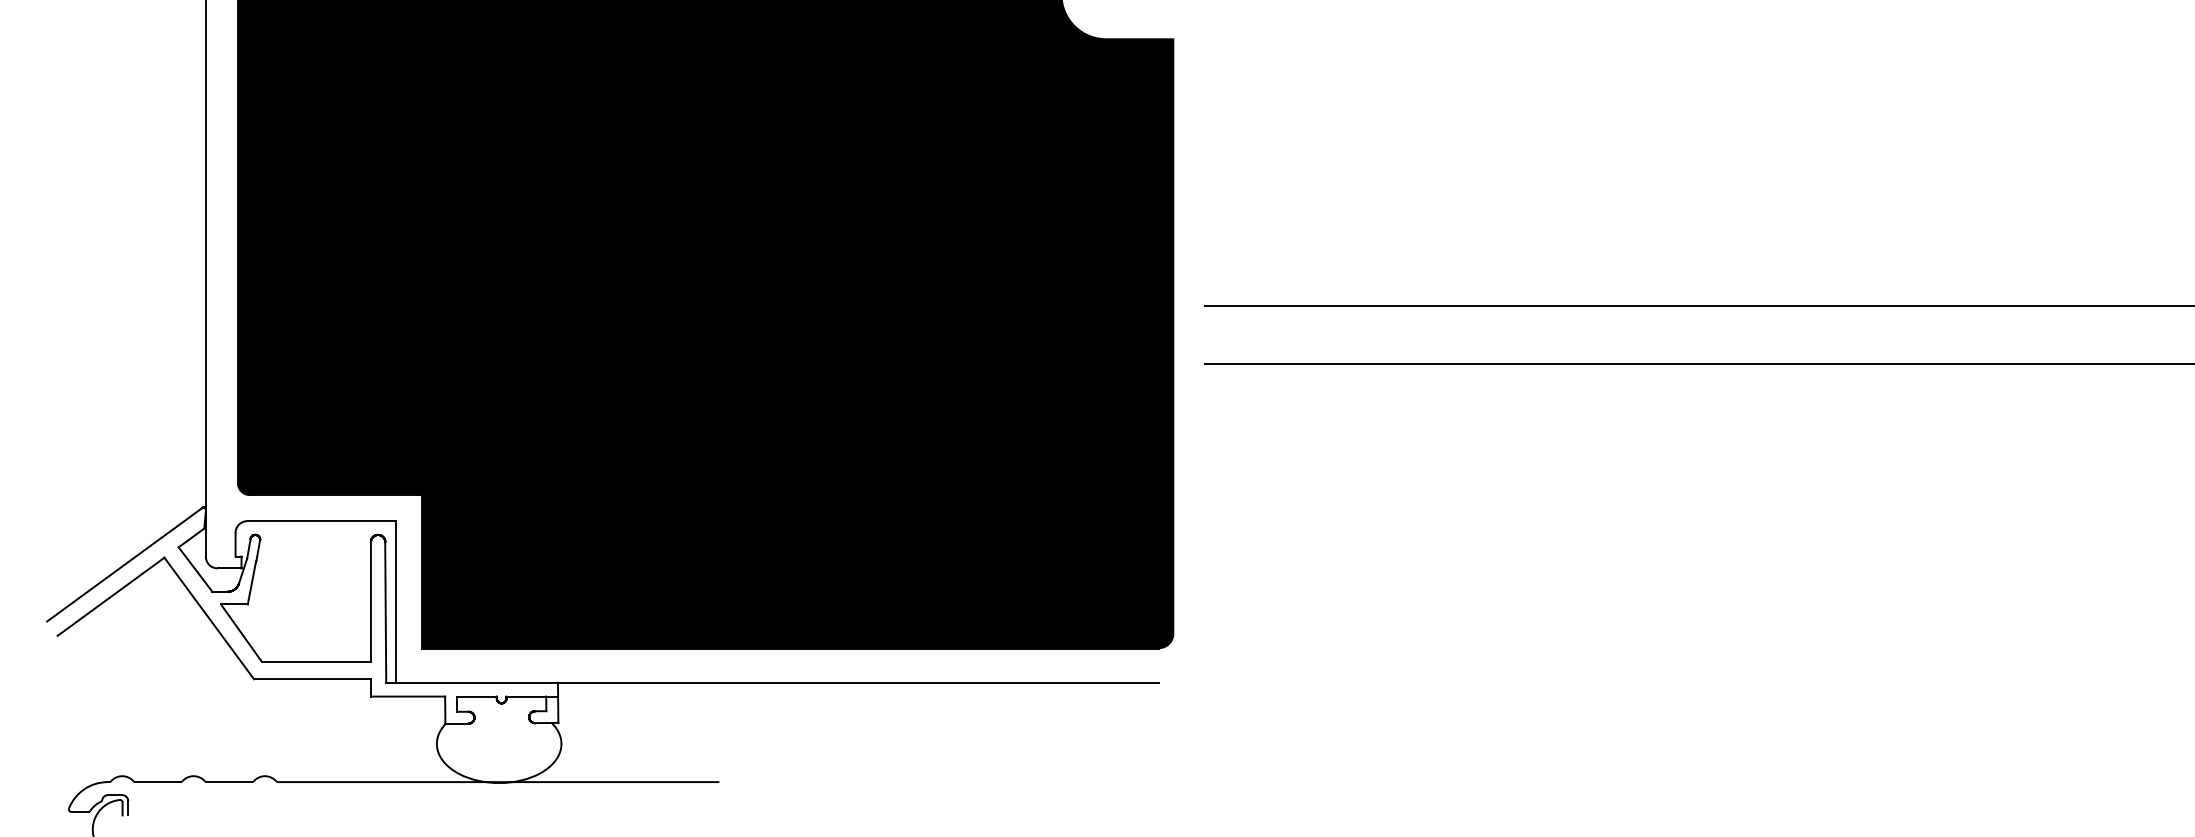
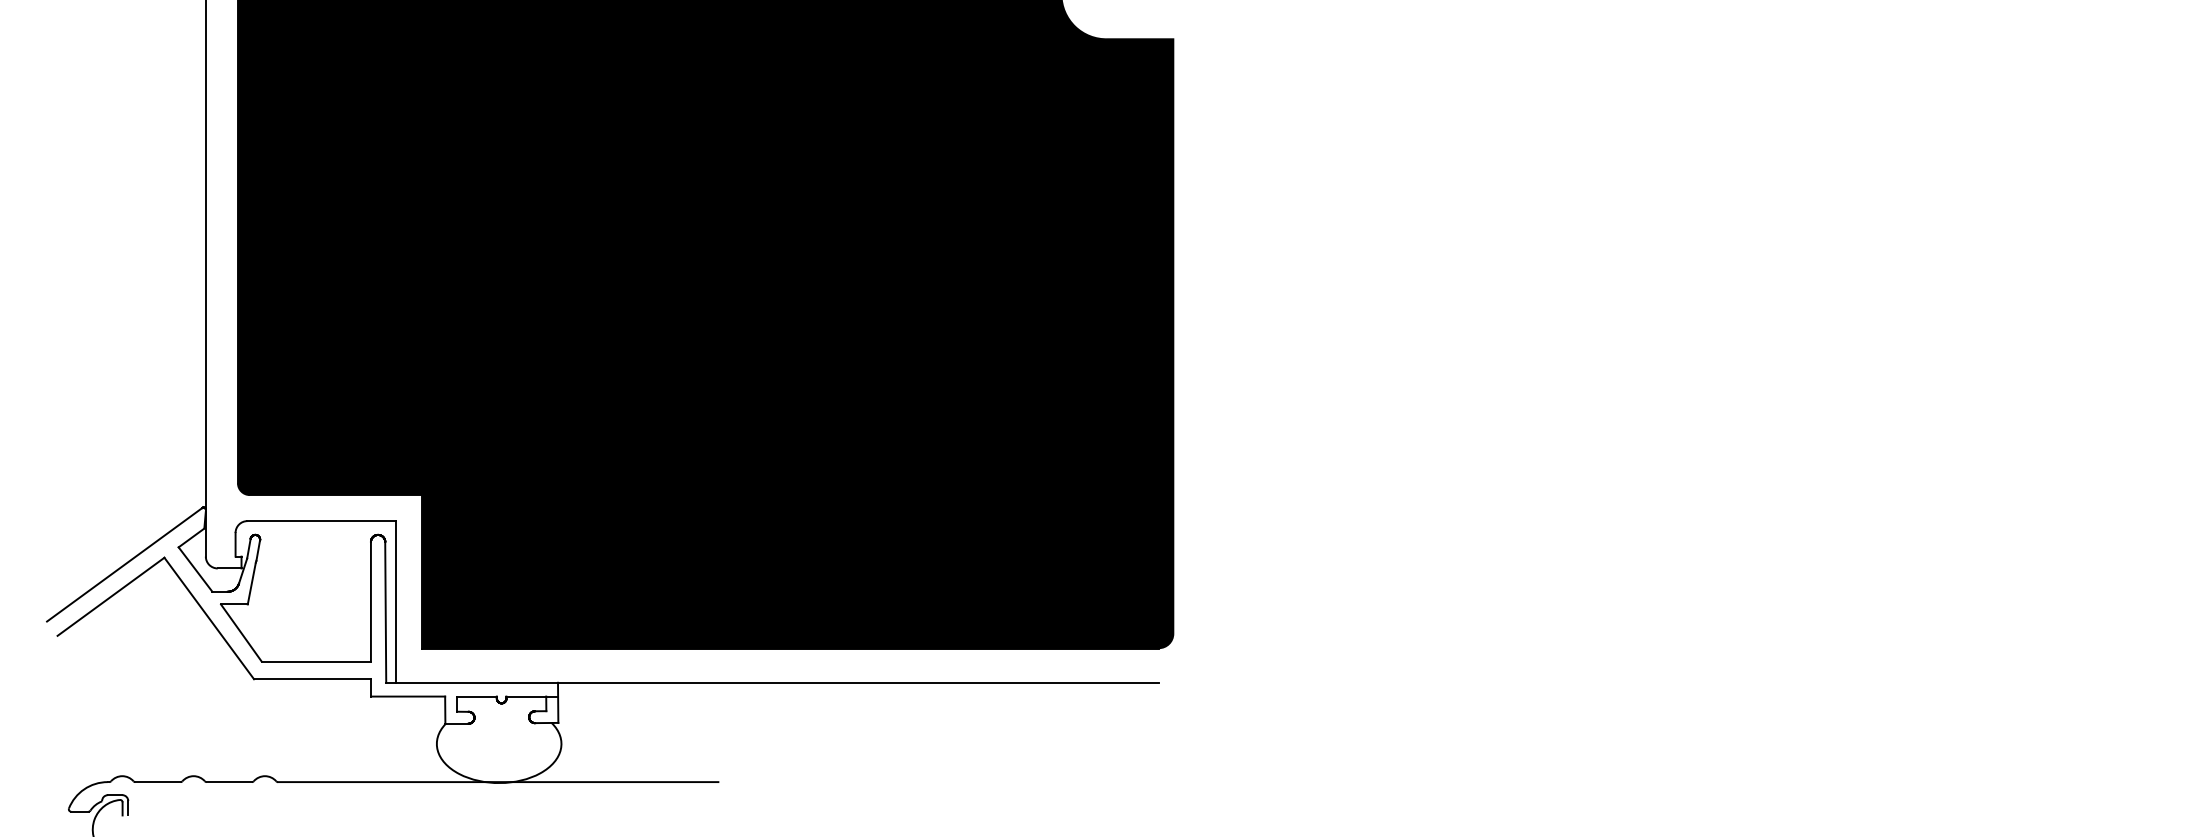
line at (1698, 305): present -> none
line at (1698, 363): present -> none
